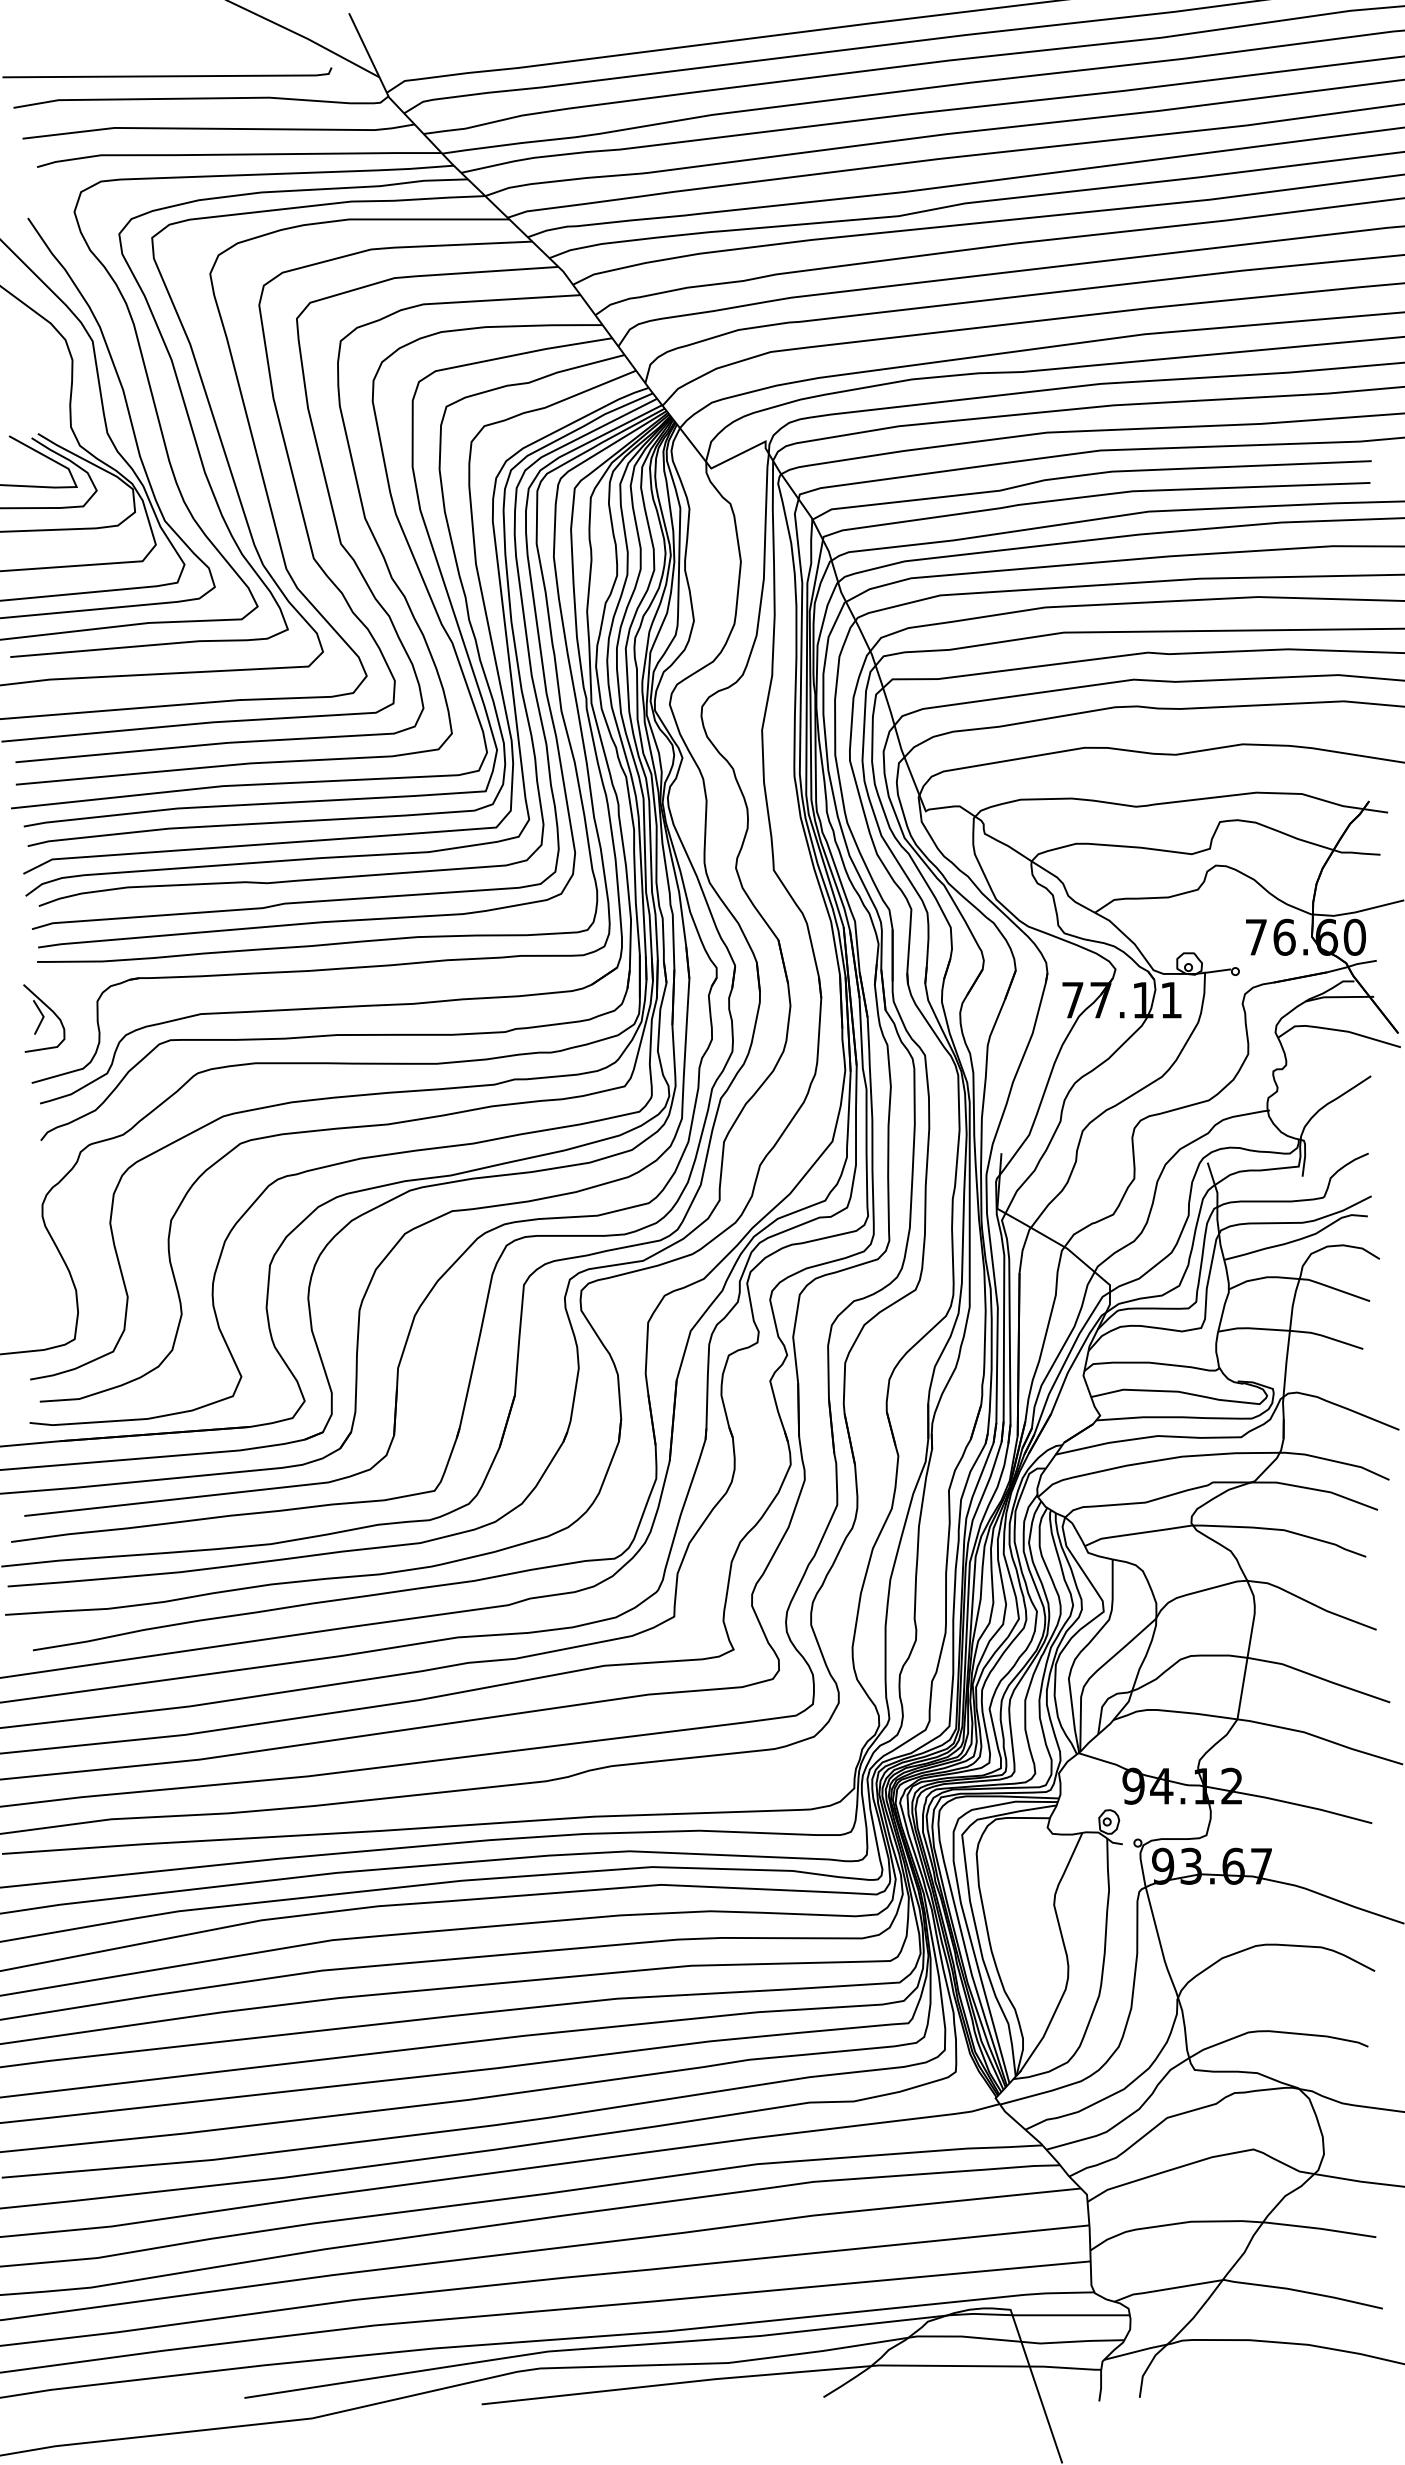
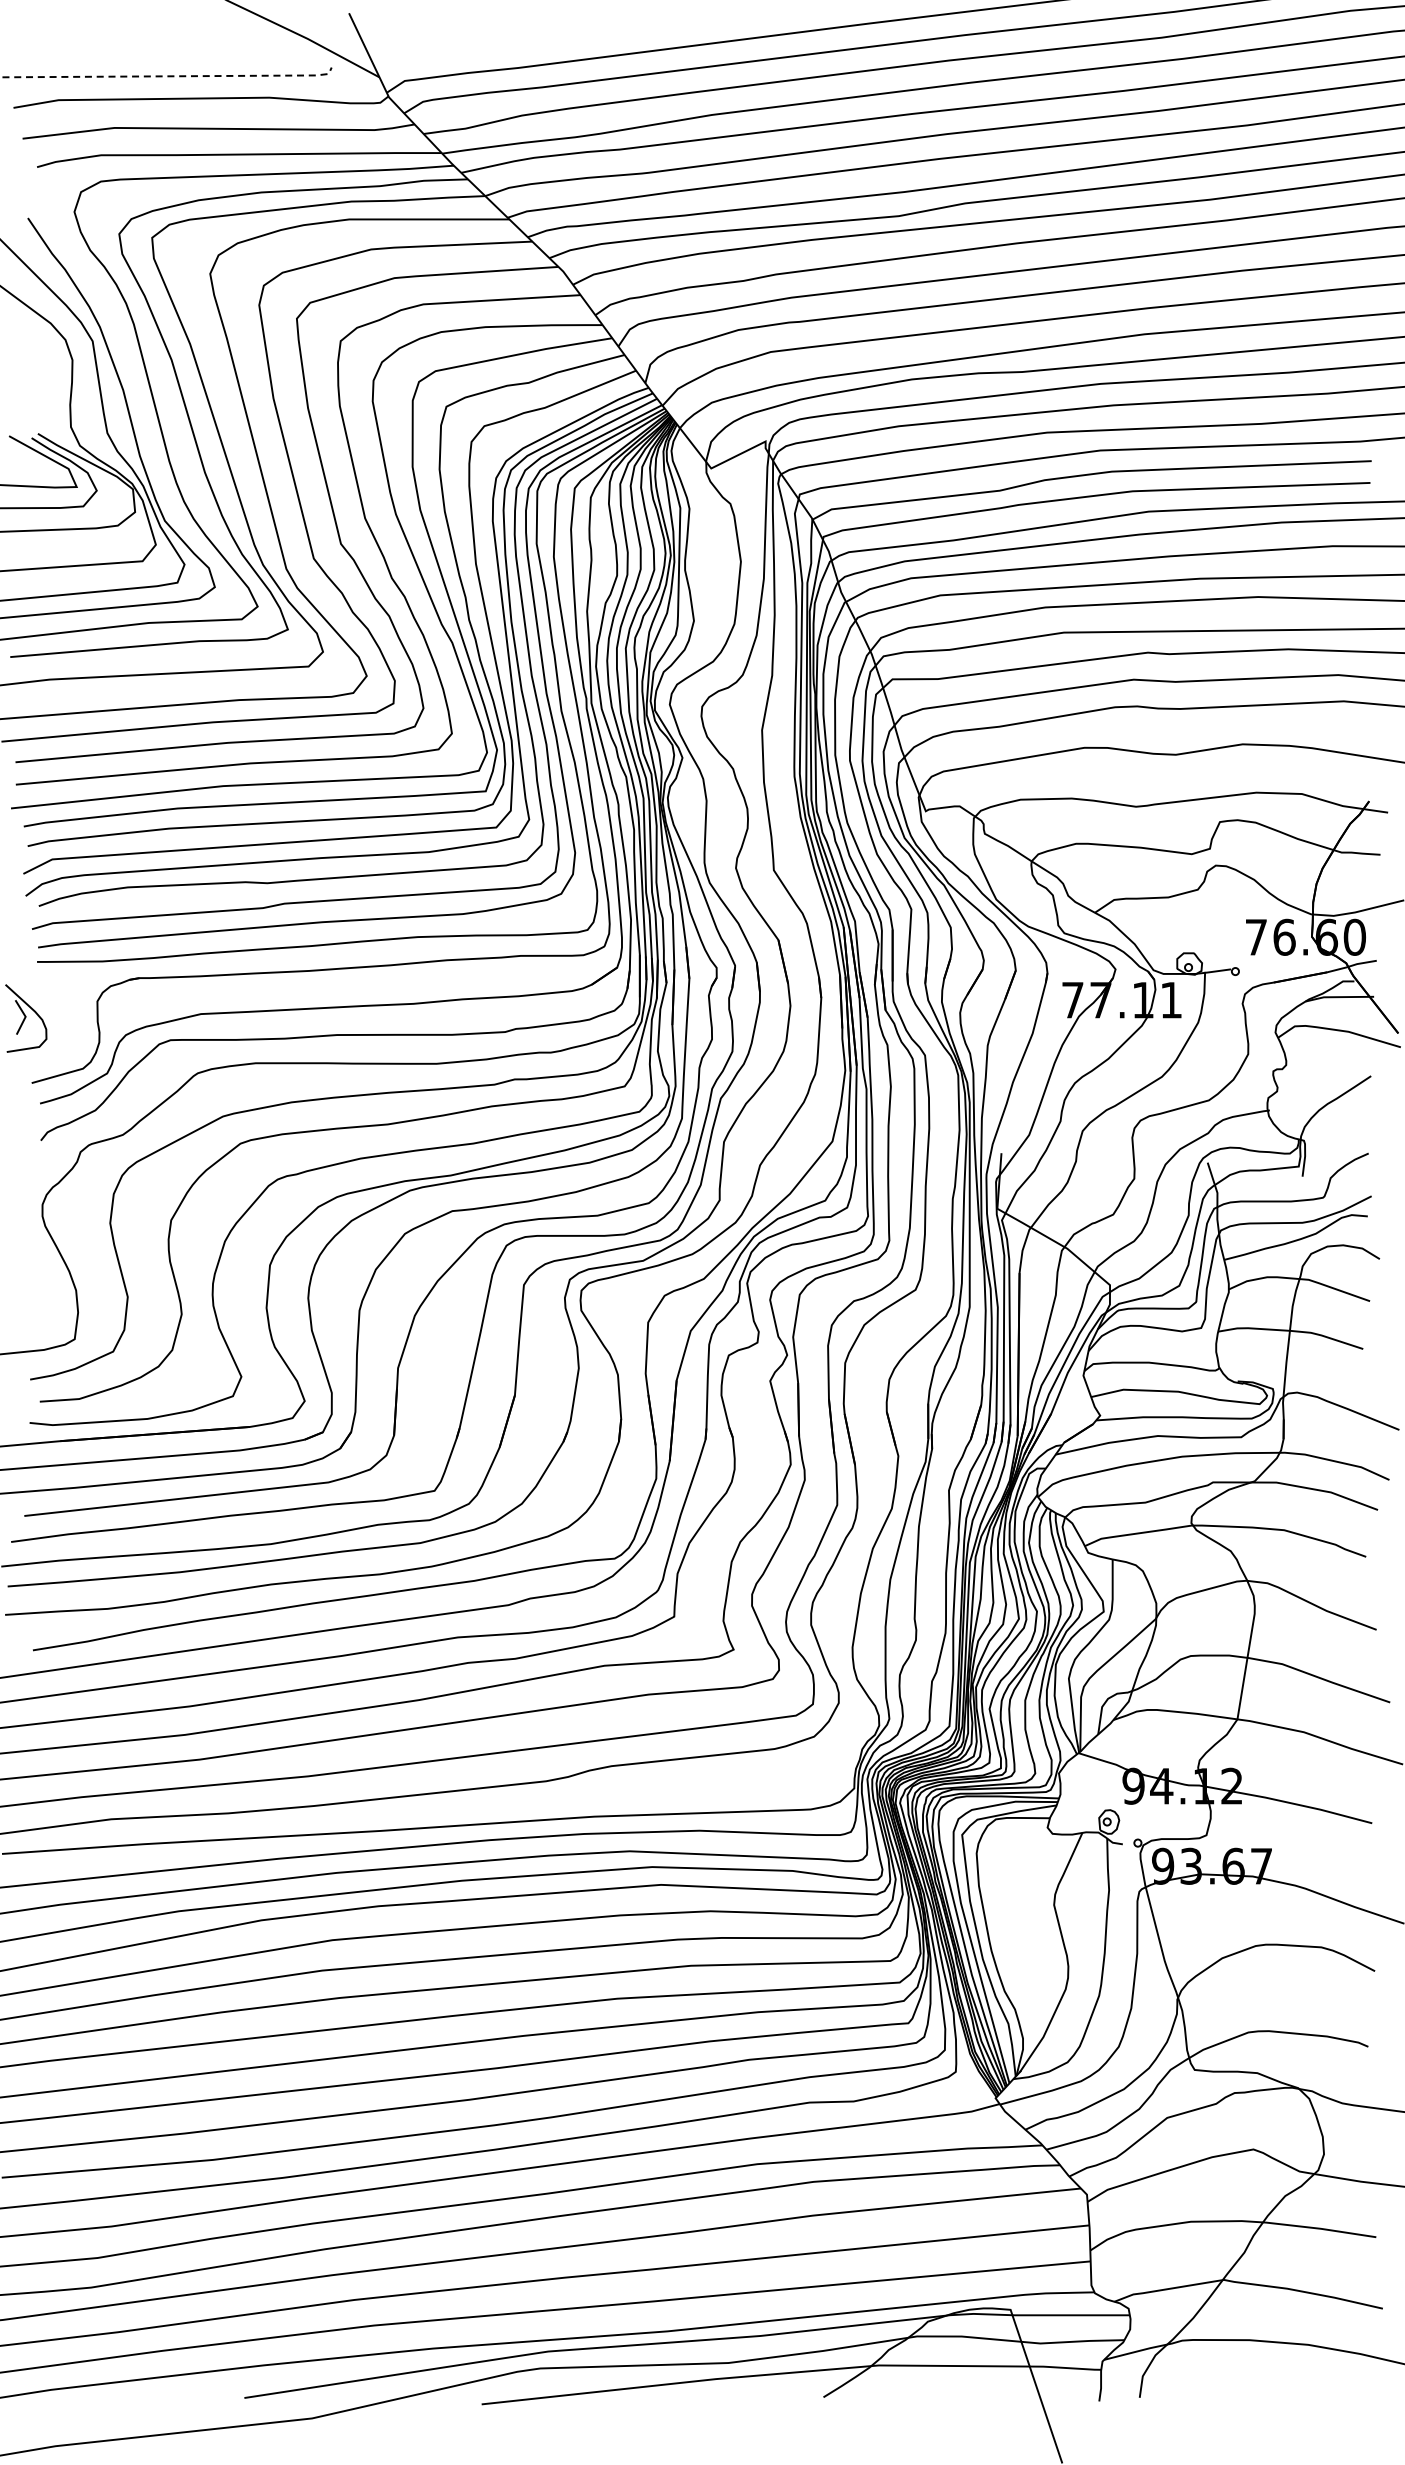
line at (171, 76): solid -> dashed
part at (44, 1018) position: (44, 1018) -> (26, 1018)
